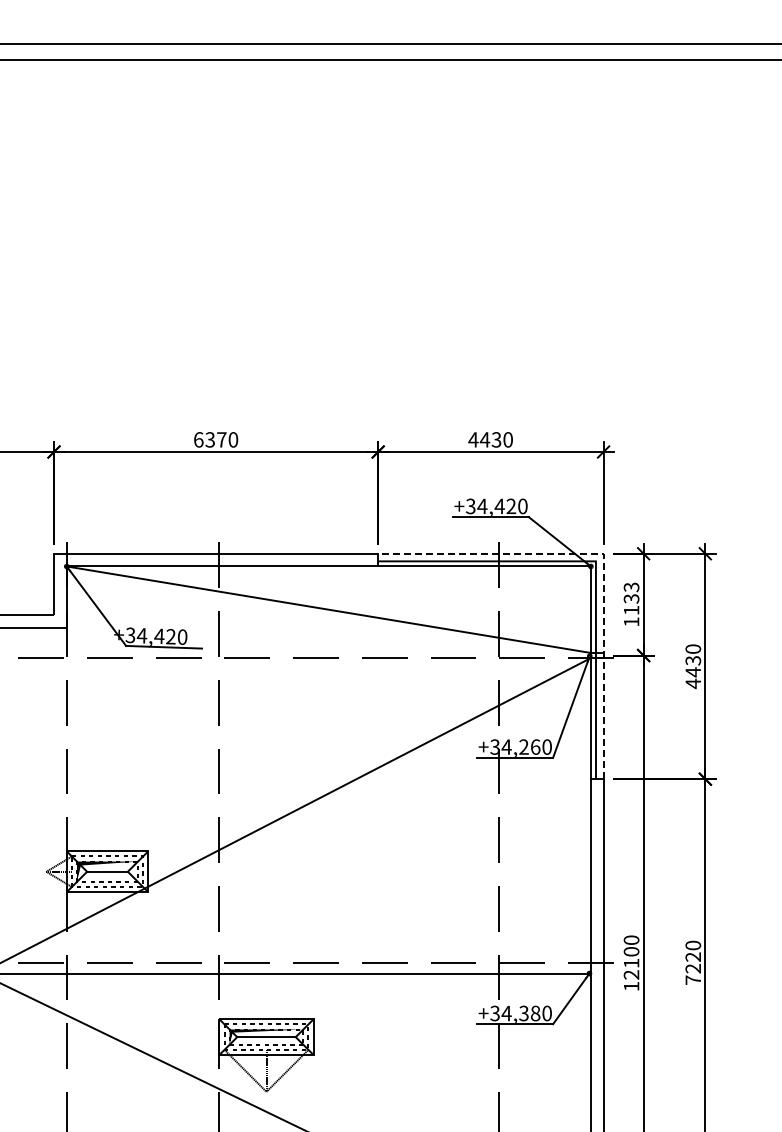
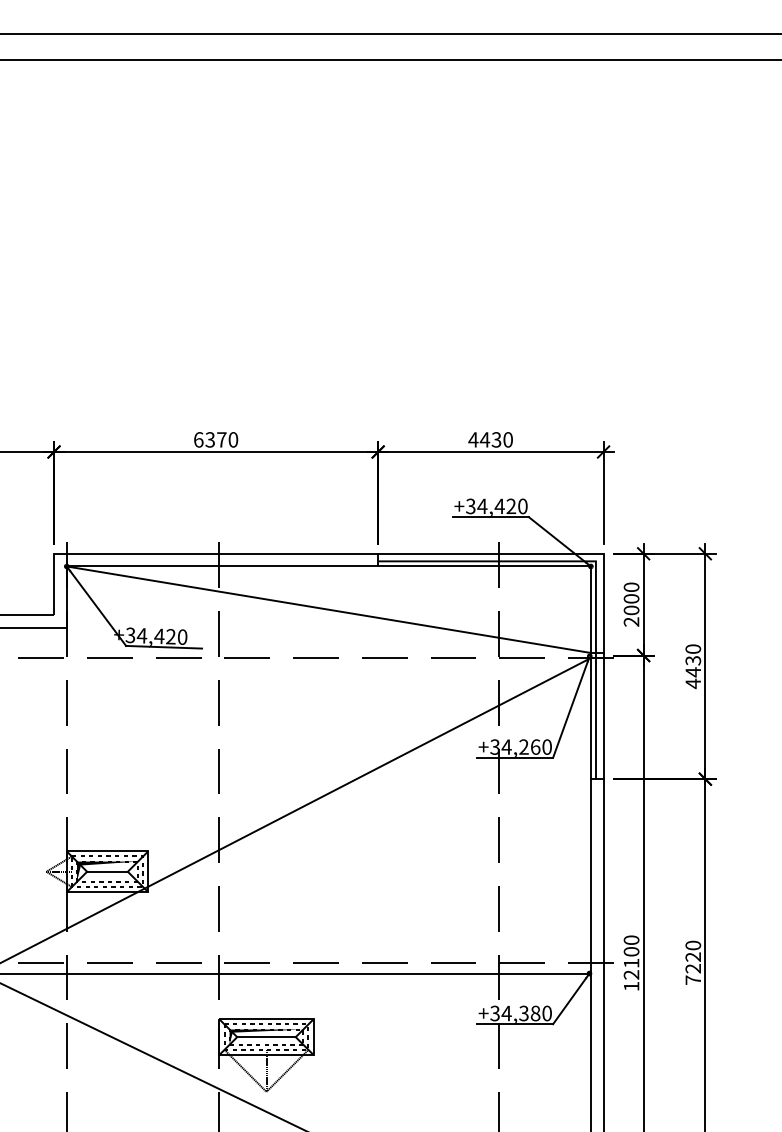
line at (390, 43) position: (390, 43) -> (390, 33)
line at (603, 553): dashed -> solid
text at (631, 604): 1133 -> 2000
